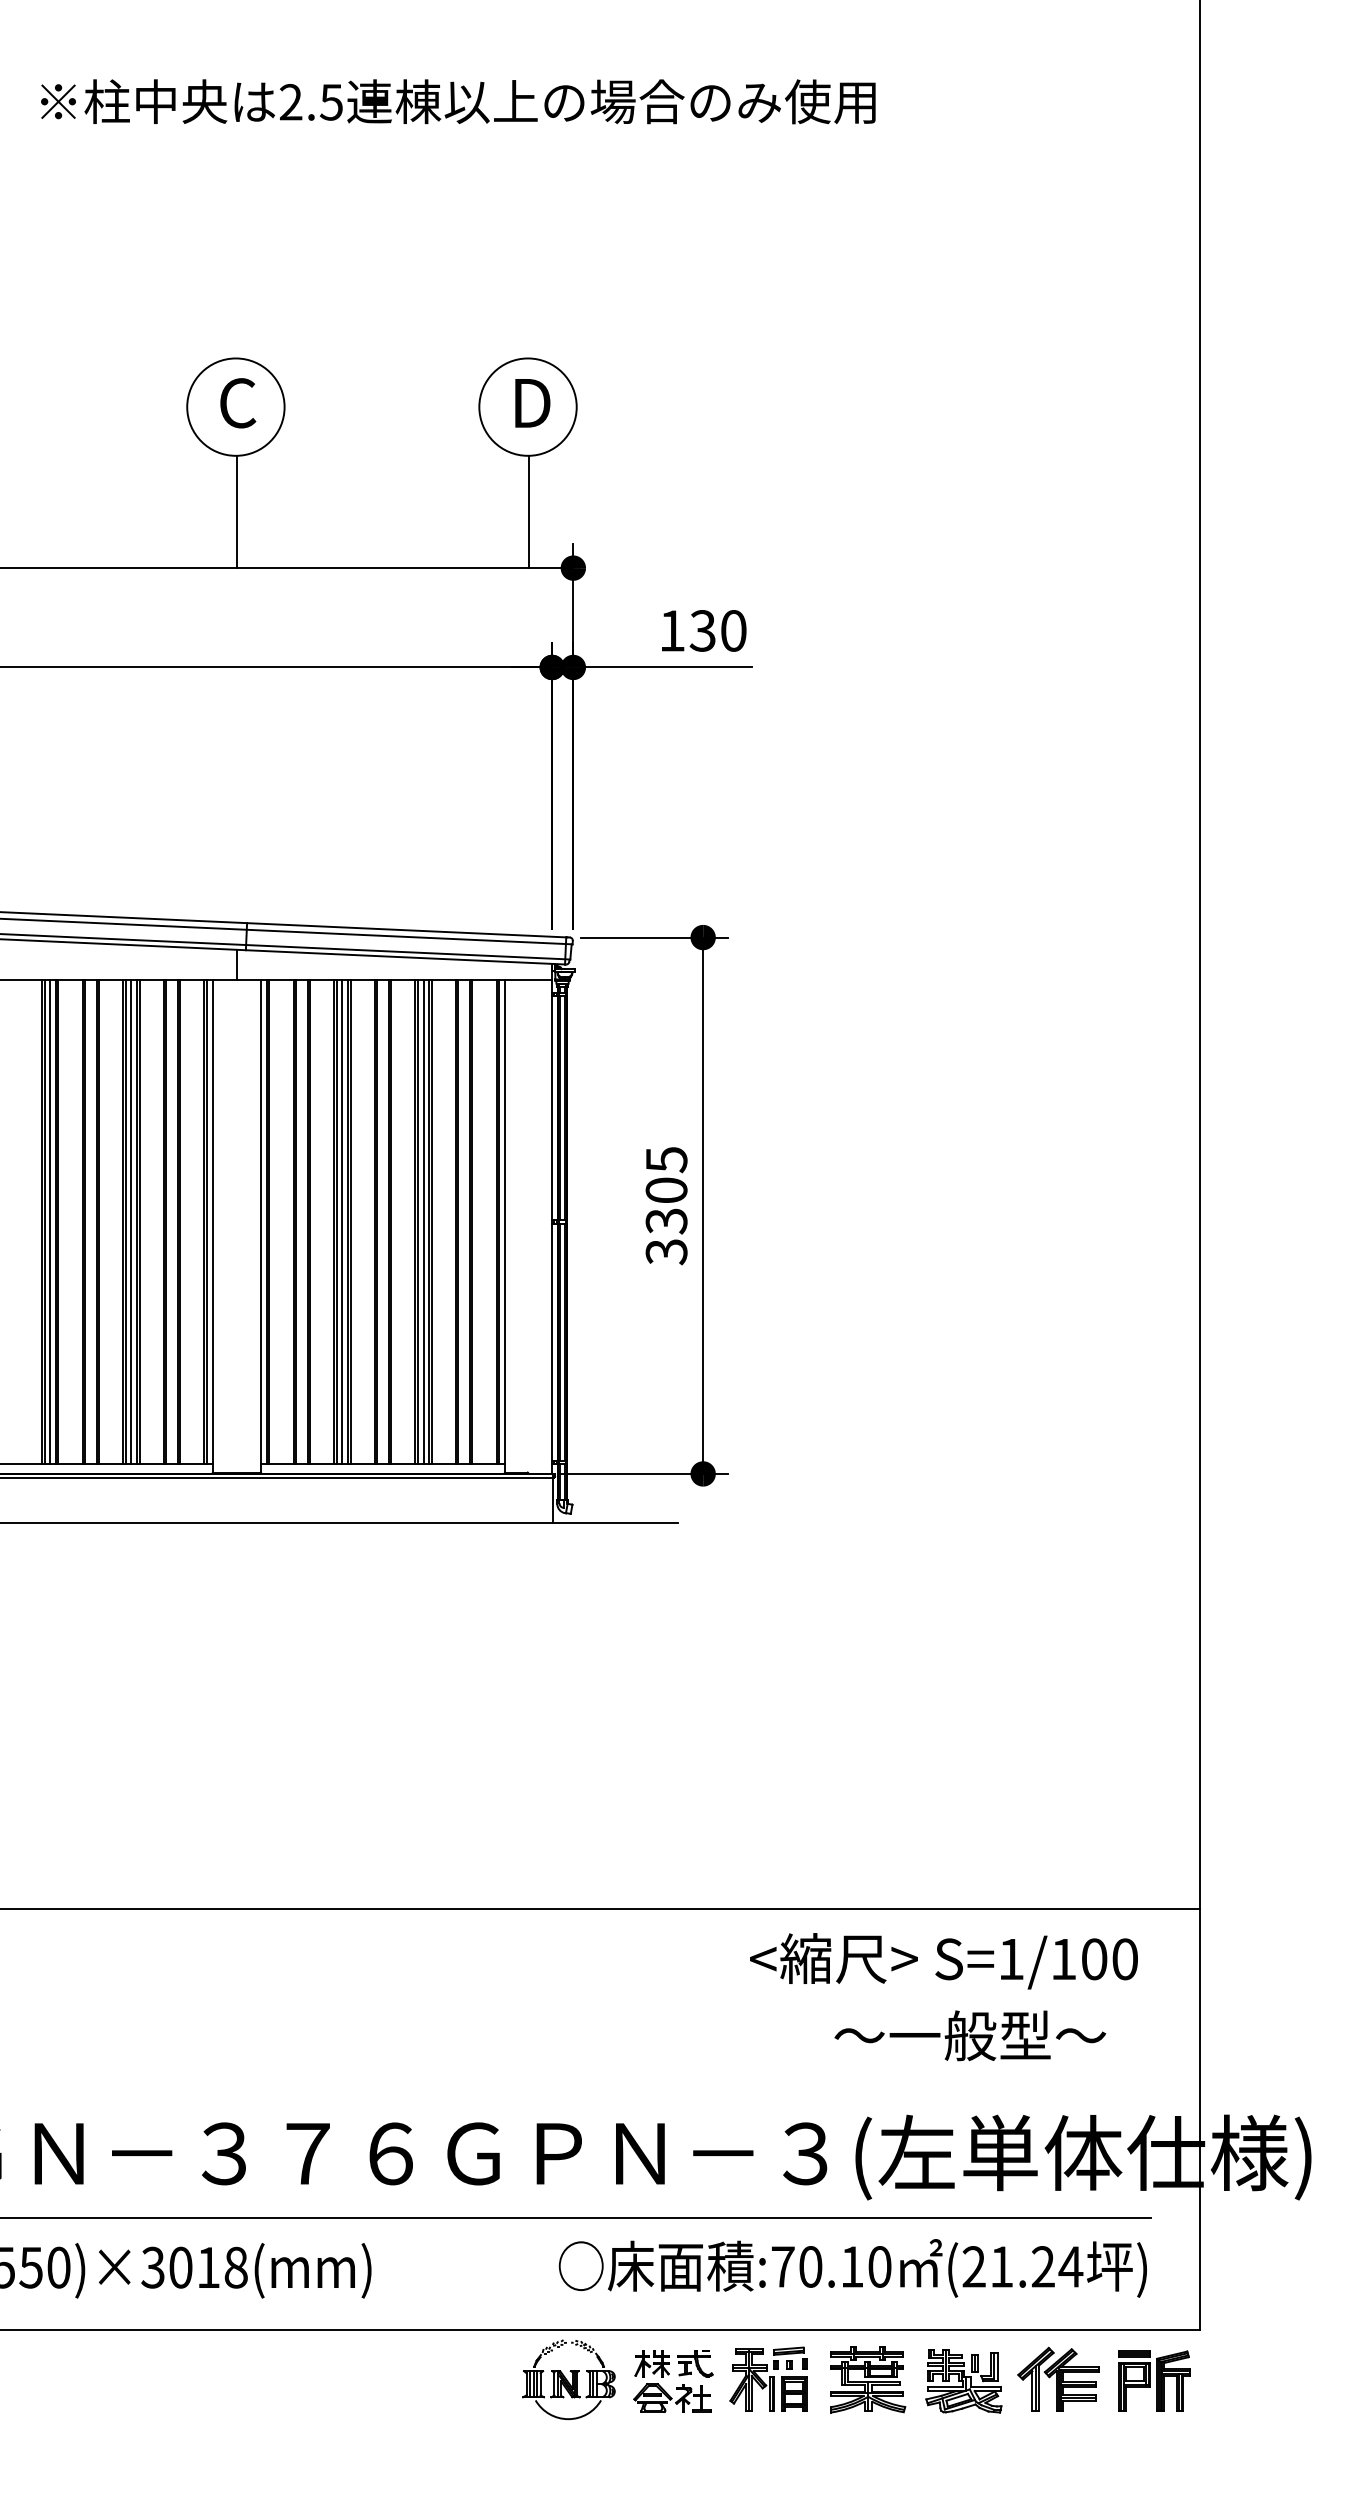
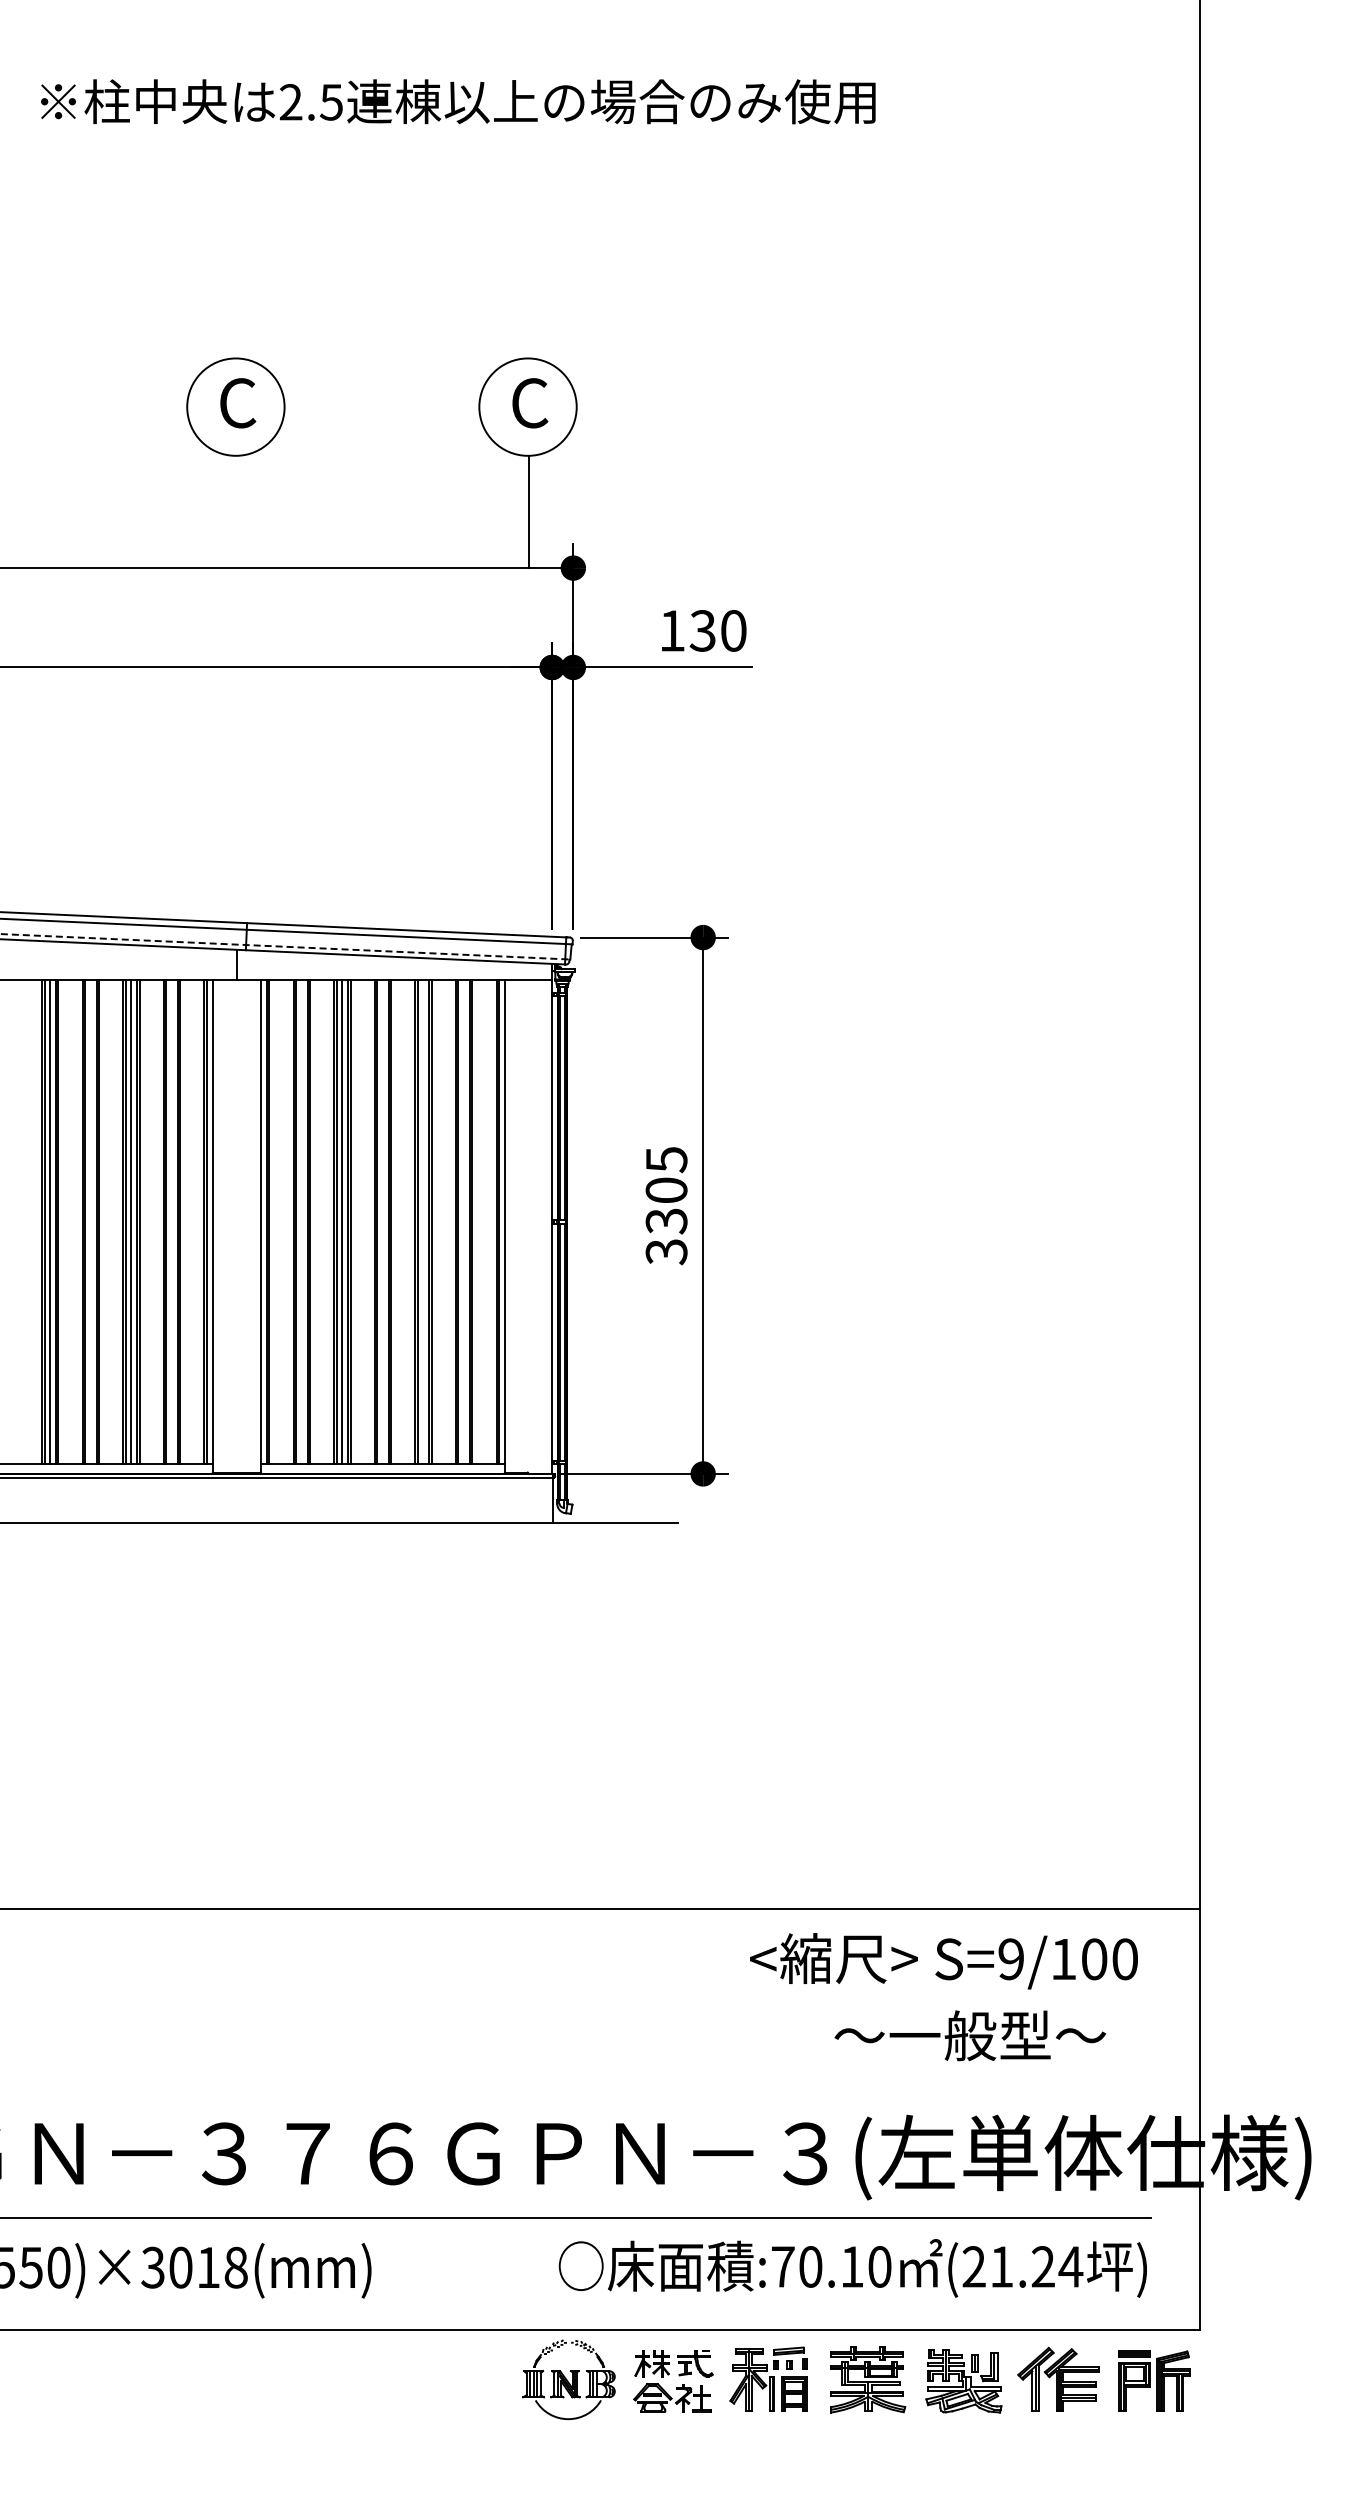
text at (531, 403): D -> C
line at (236, 511): present -> none
line at (285, 946): solid -> dashed
line at (423, 1221): present -> none
text at (1010, 1959): S=1/100 -> S=9/100
